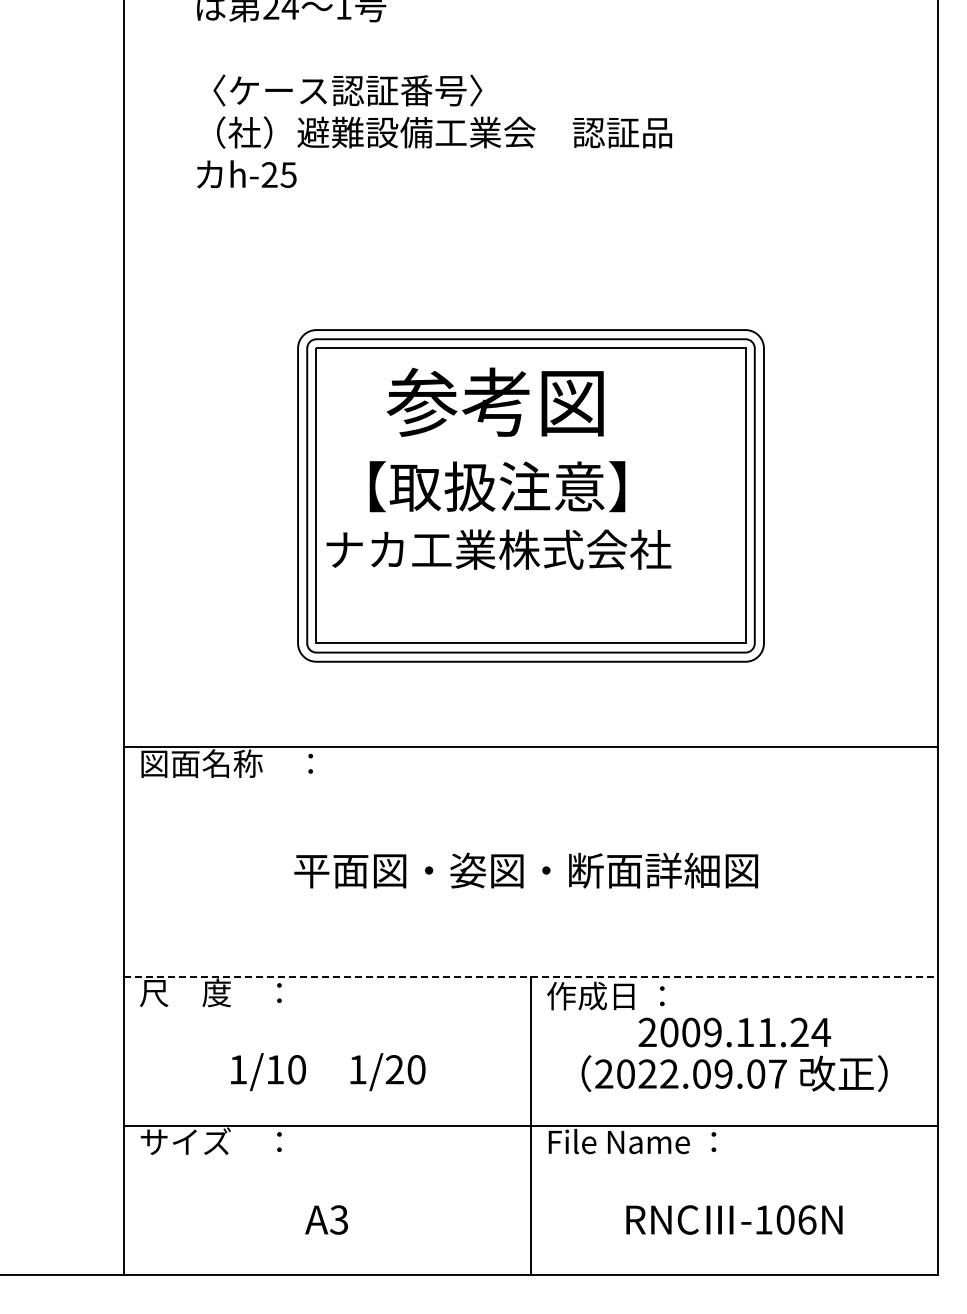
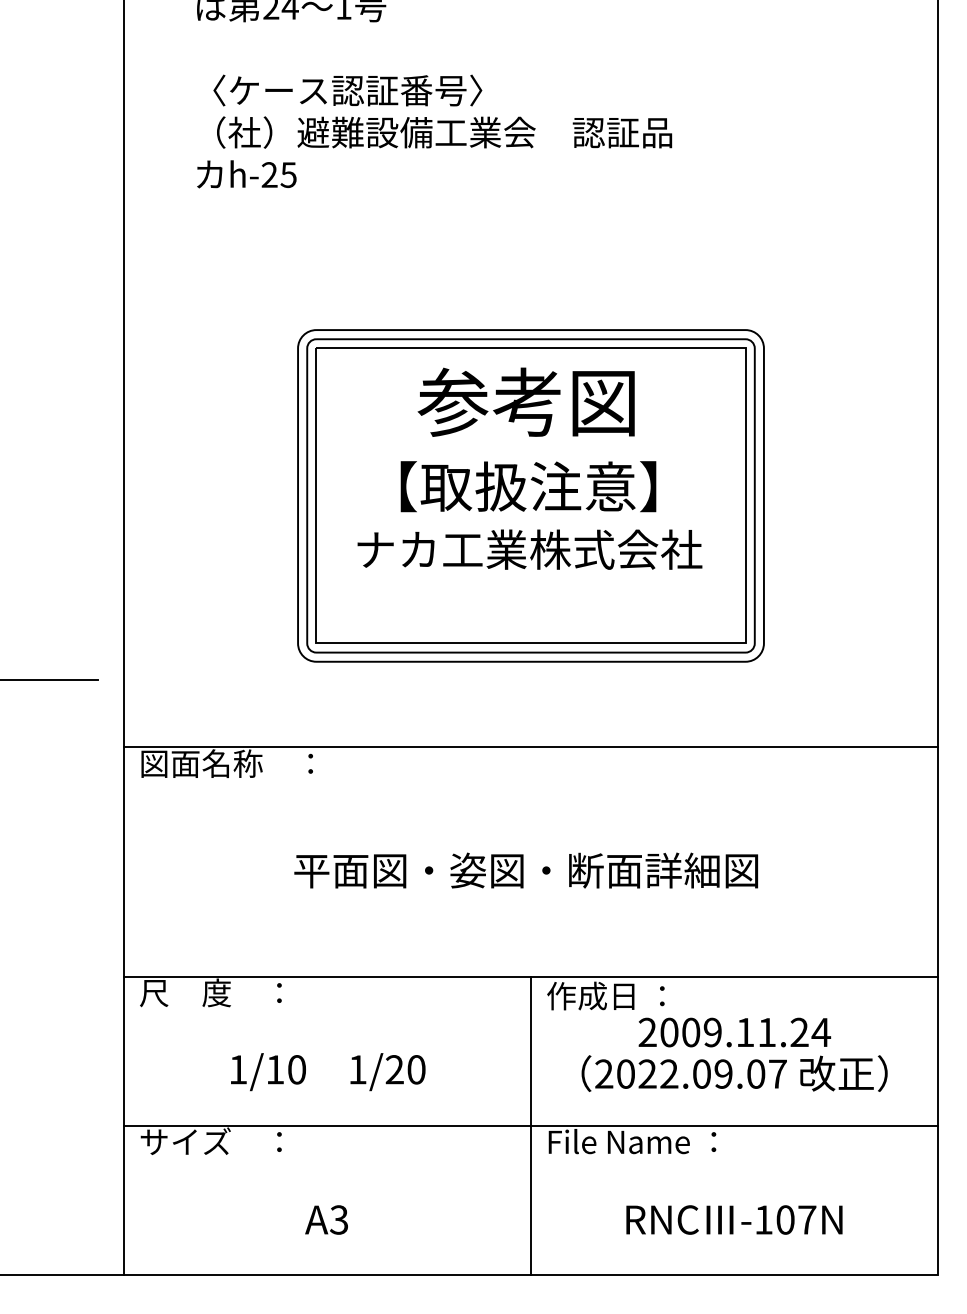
text at (498, 468) position: (498, 468) -> (529, 468)
line at (49, 680): none -> present
line at (531, 976): dashed -> solid
text at (807, 1219): -106N -> -107N
